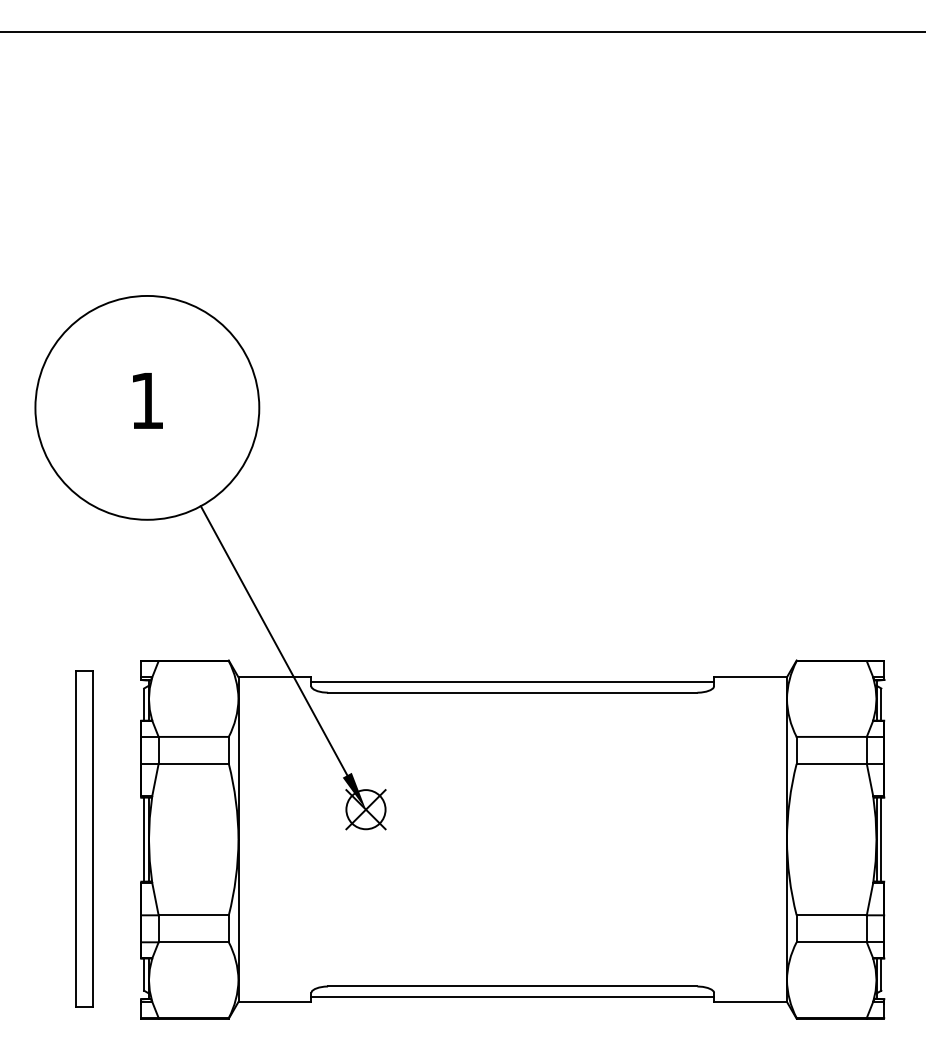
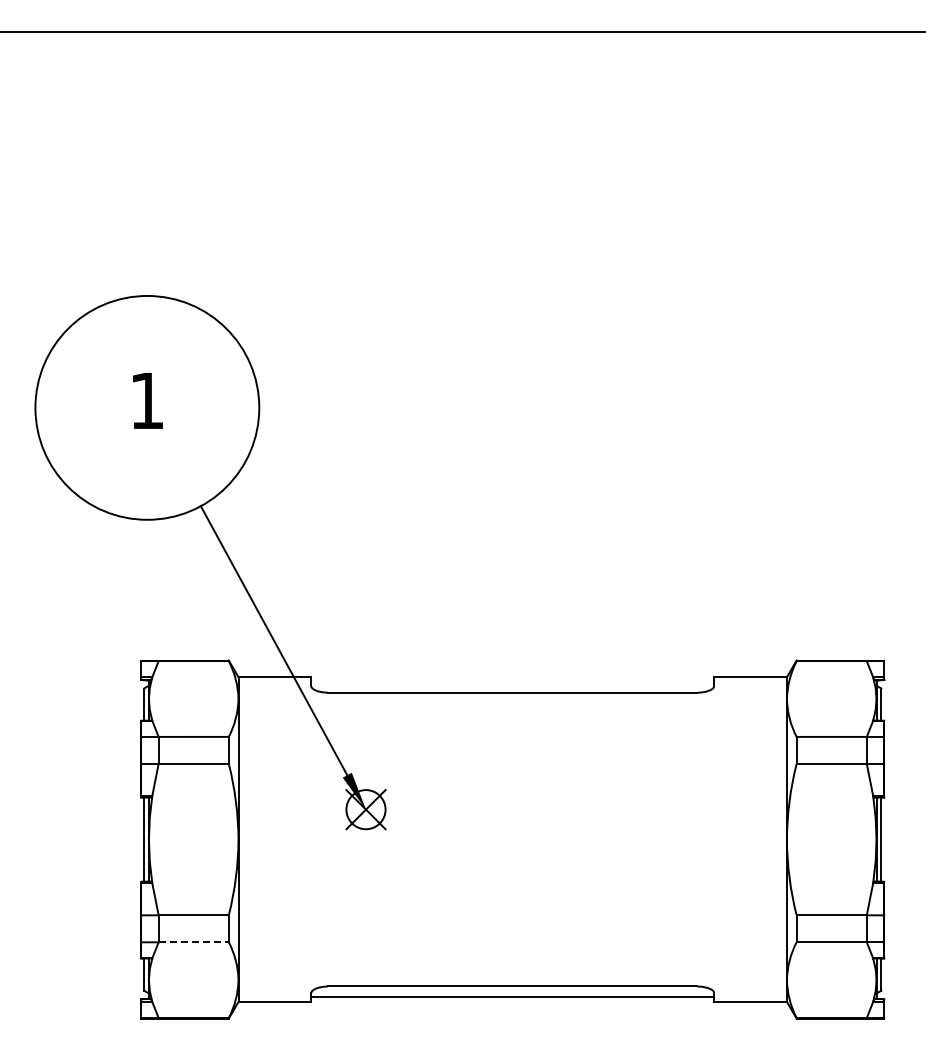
line at (512, 681): present -> none
part at (84, 838): present -> none
line at (194, 942): solid -> dashed
